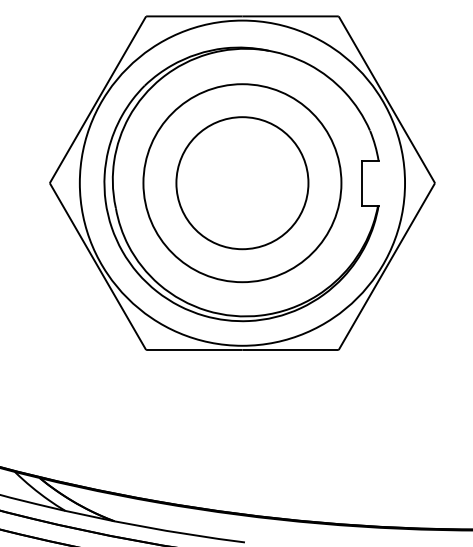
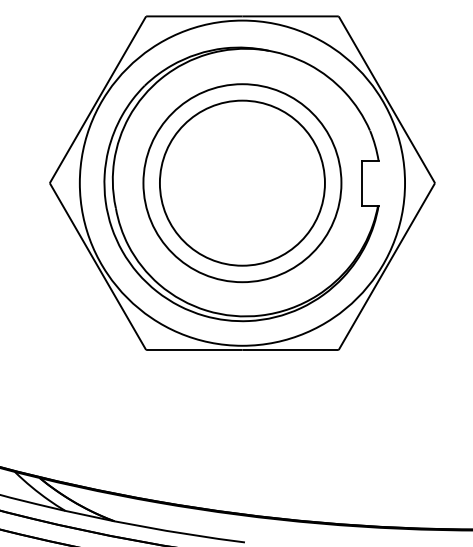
circle at (242, 183) diameter: 132 px -> 165 px
